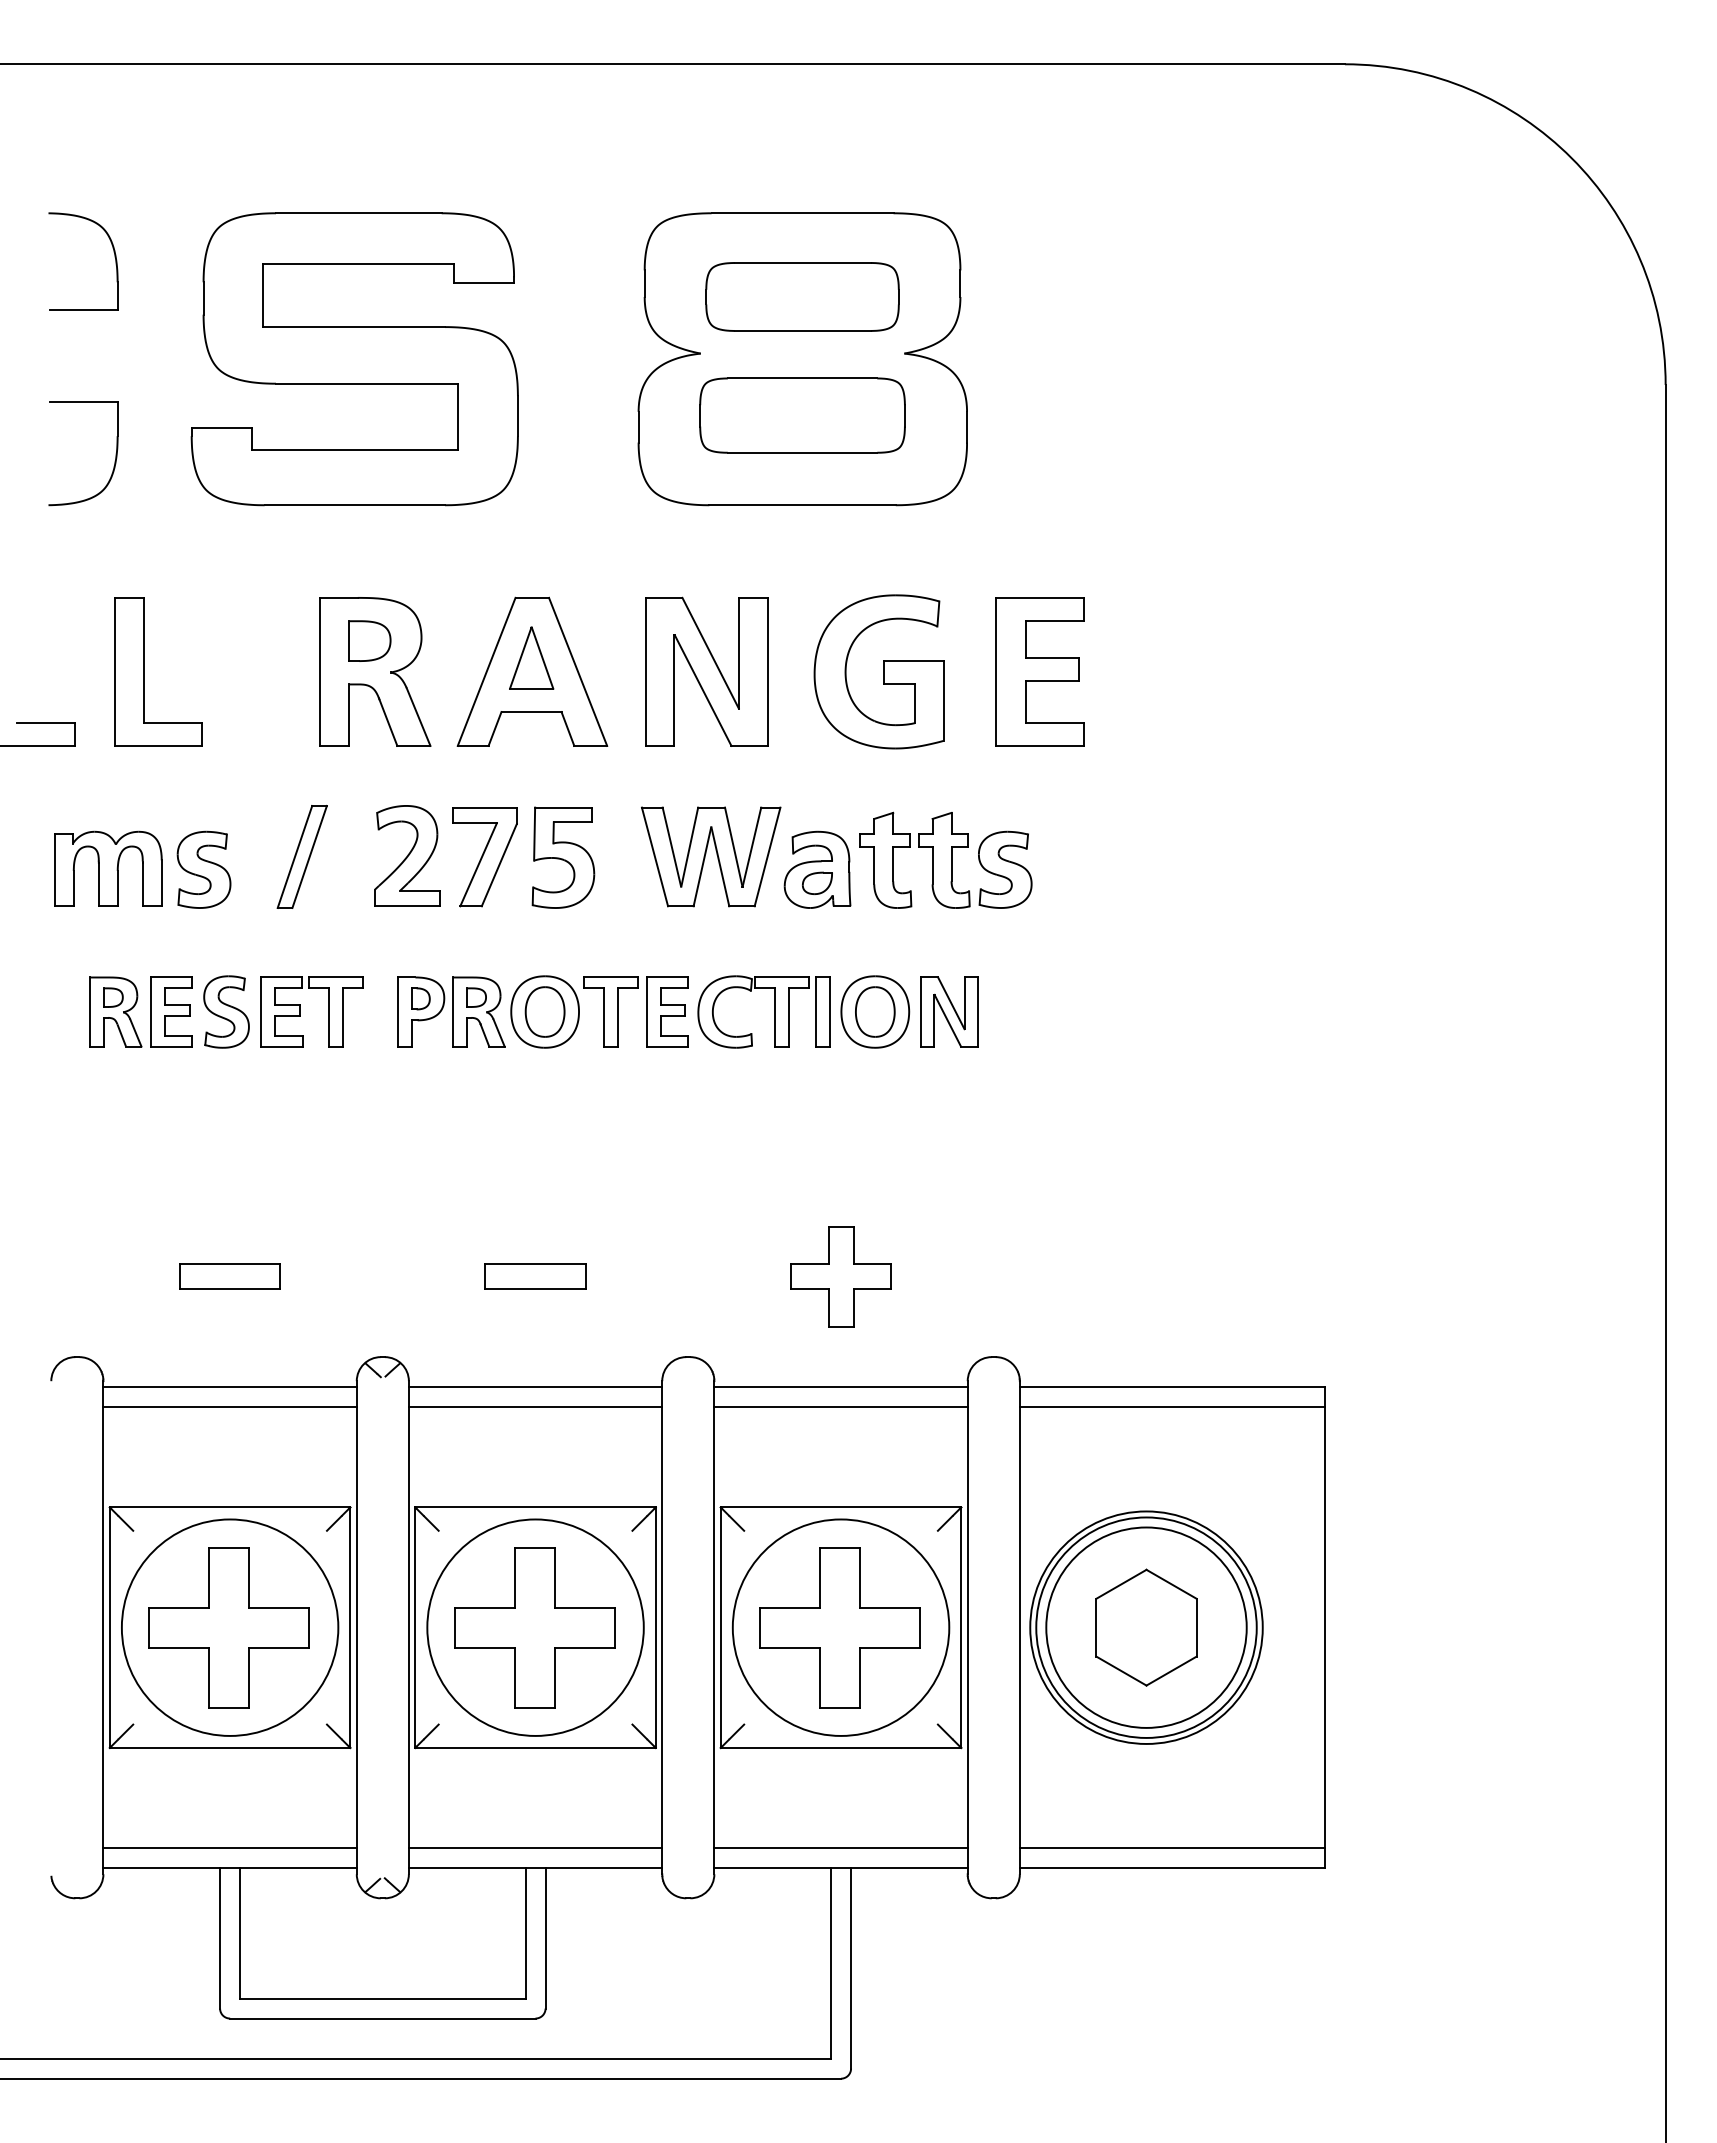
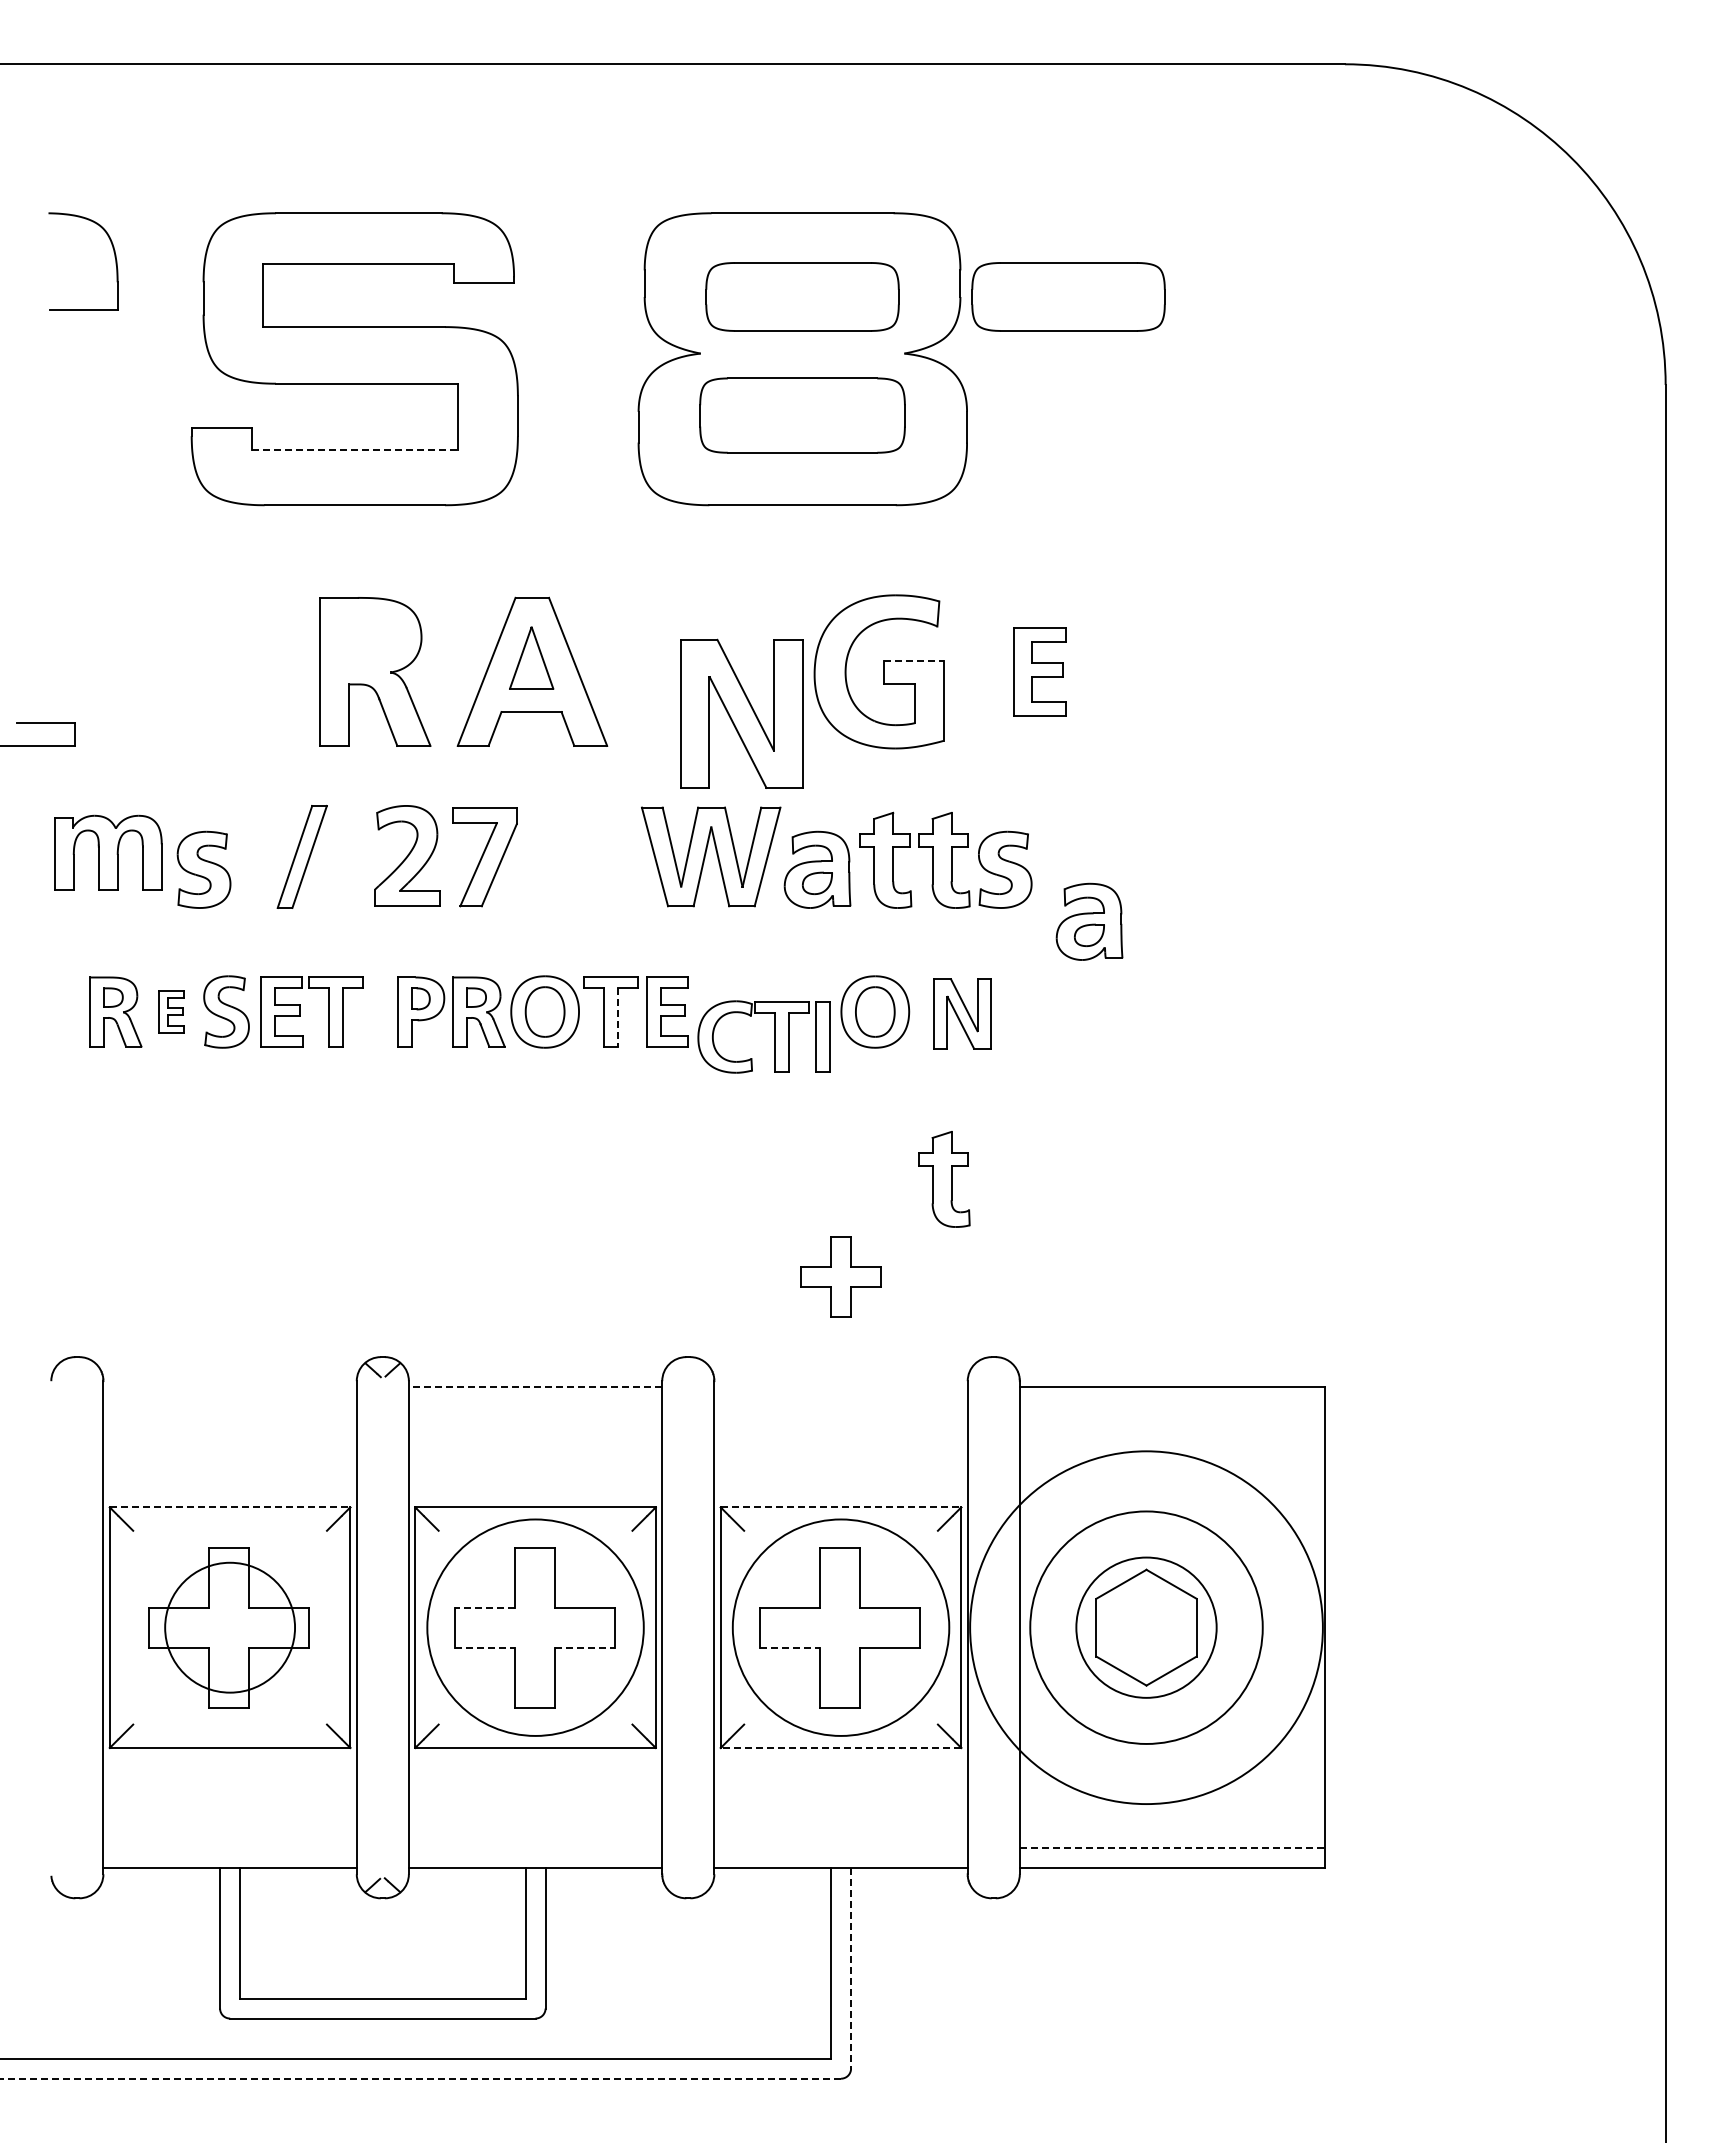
part at (1068, 296): none -> present
line at (355, 450): solid -> dashed
part at (115, 453): present -> none
part at (369, 640): present -> none
line at (913, 661): solid -> dashed
part at (144, 671): present -> none
part at (706, 671) position: (706, 671) -> (741, 713)
part at (1039, 671) size: 90x150 px -> 54x90 px
part at (563, 857): present -> none
part at (108, 868) position: (108, 868) -> (108, 852)
part at (1089, 921): none -> present
part at (171, 1011) size: 43x72 px -> 27x44 px
part at (774, 1011) position: (774, 1011) -> (774, 1036)
part at (949, 1011) position: (949, 1011) -> (962, 1013)
line at (618, 1017): solid -> dashed
part at (944, 1179): none -> present
part at (229, 1276): present -> none
part at (535, 1276): present -> none
part at (840, 1276) size: 102x102 px -> 82x82 px
line at (229, 1387): present -> none
line at (535, 1387): solid -> dashed
line at (840, 1387): present -> none
line at (229, 1407): present -> none
line at (535, 1407): present -> none
line at (840, 1407): present -> none
line at (1171, 1407): present -> none
line at (230, 1507): solid -> dashed
line at (841, 1507): solid -> dashed
line at (484, 1607): solid -> dashed
circle at (229, 1627) diameter: 216 px -> 130 px
circle at (1146, 1627) diameter: 200 px -> 140 px
circle at (1146, 1627) diameter: 220 px -> 353 px
line at (485, 1647): solid -> dashed
line at (585, 1647): solid -> dashed
line at (790, 1647): solid -> dashed
line at (840, 1747): solid -> dashed
line at (229, 1848): present -> none
line at (535, 1848): present -> none
line at (840, 1848): present -> none
line at (1172, 1848): solid -> dashed
line at (851, 1968): solid -> dashed
line at (420, 2078): solid -> dashed
